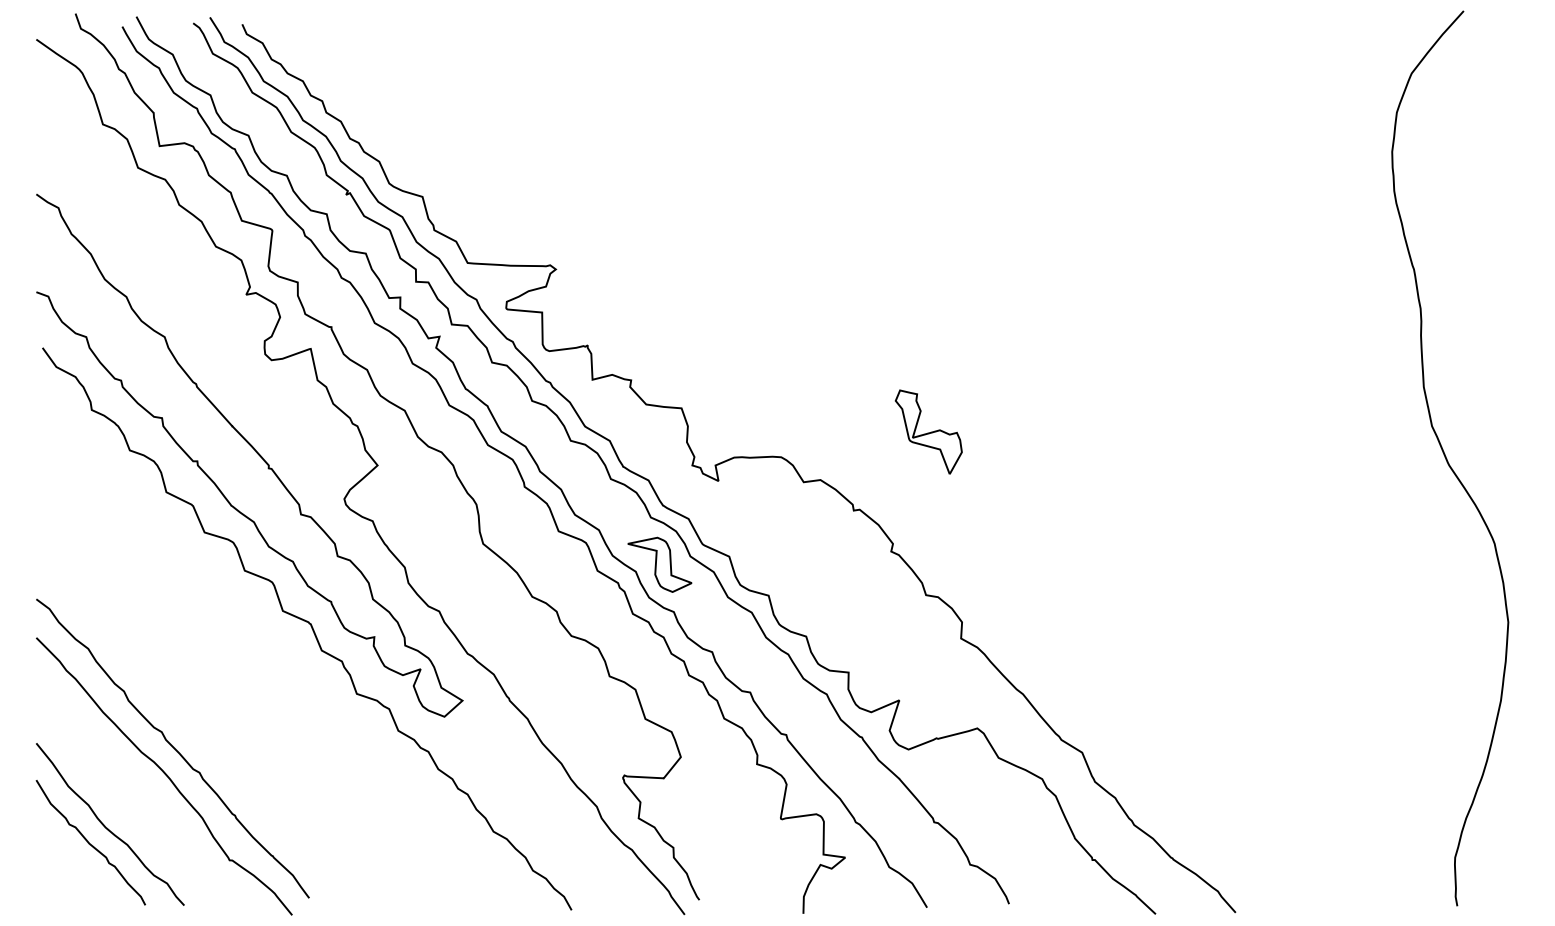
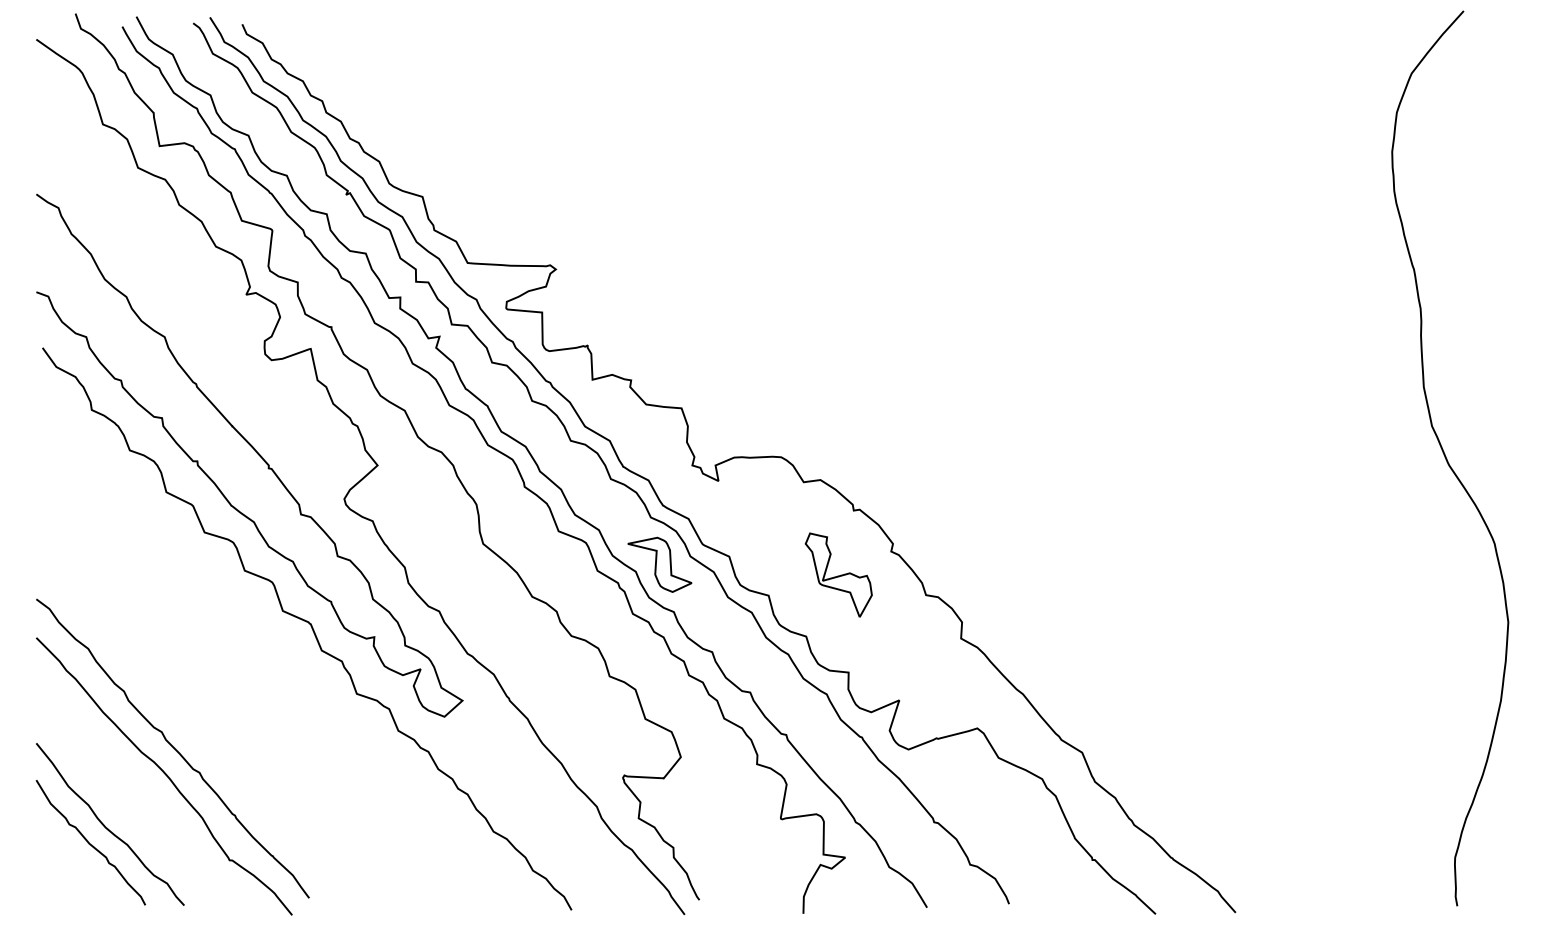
part at (928, 431) position: (928, 431) -> (838, 574)
